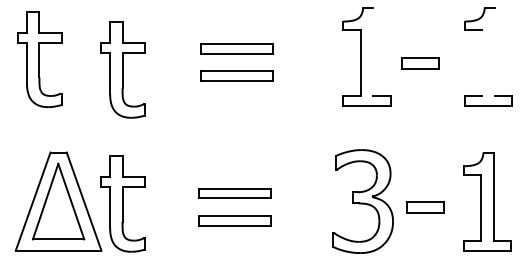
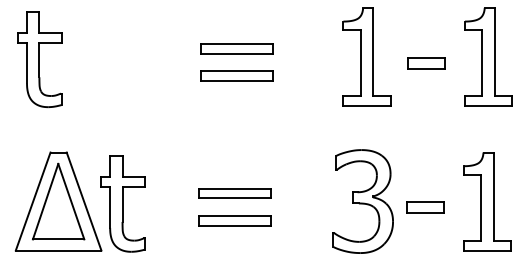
line at (373, 51): none -> present
line at (494, 51): none -> present
part at (420, 63) position: (420, 63) -> (426, 63)
line at (482, 63): none -> present
part at (122, 69): present -> none
